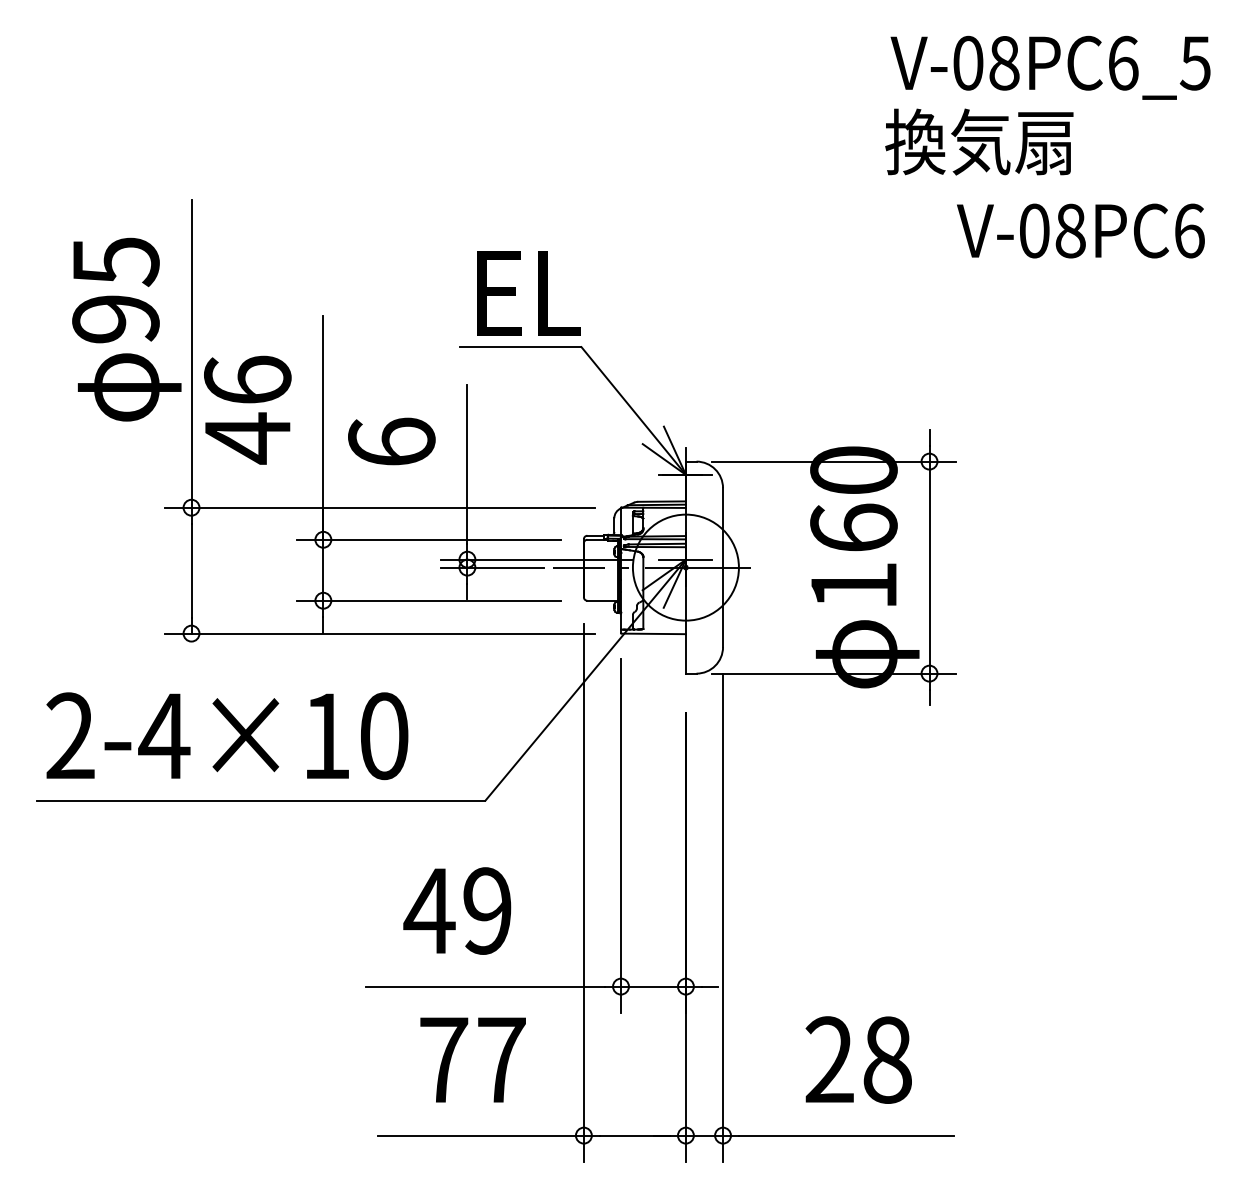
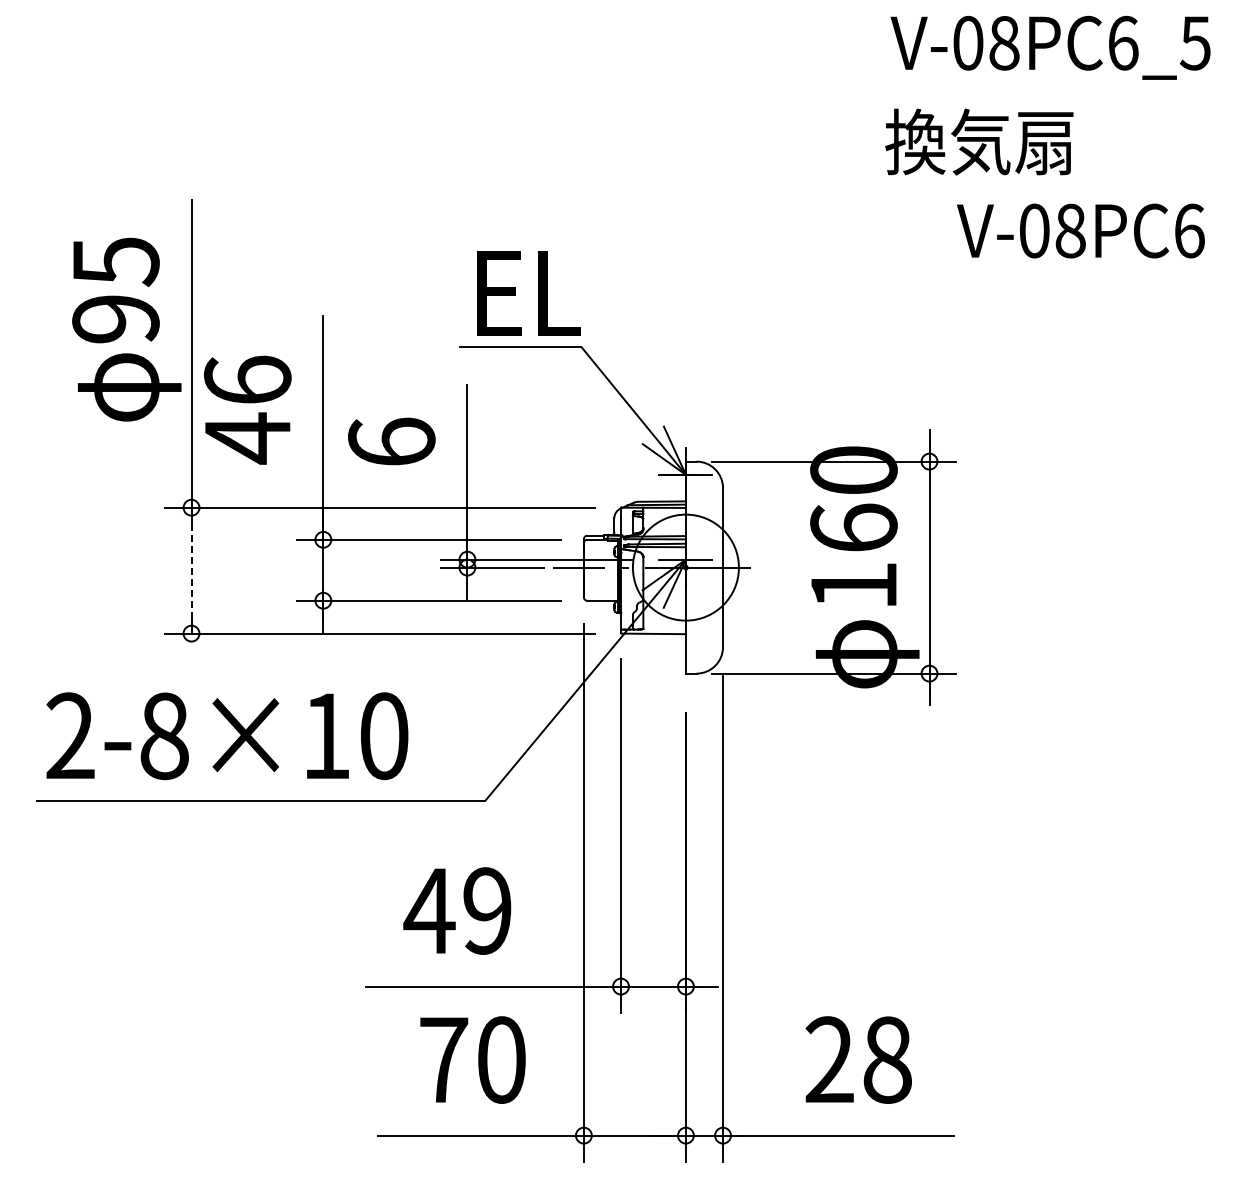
text at (1050, 67) position: (1050, 67) -> (1050, 47)
line at (191, 571): solid -> dashed
text at (164, 736): 2-4×10 -> 2-8×10
text at (501, 1059): 77 -> 70
